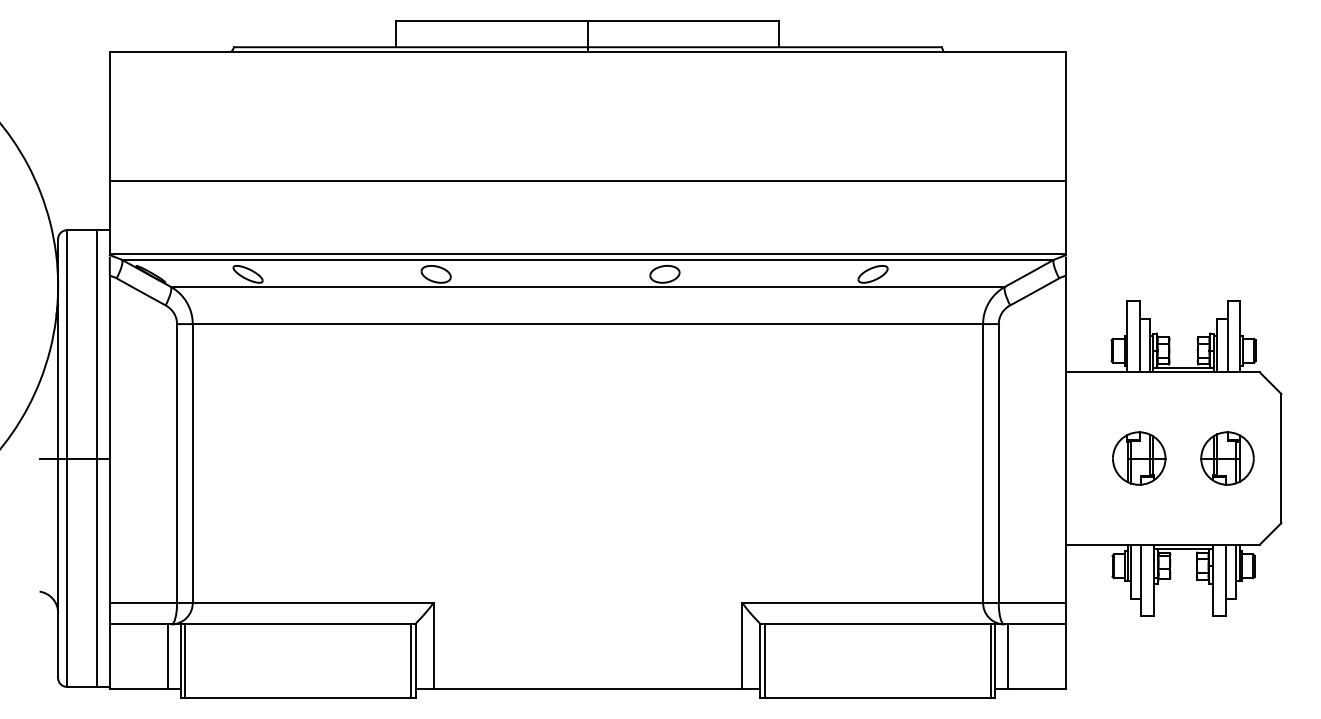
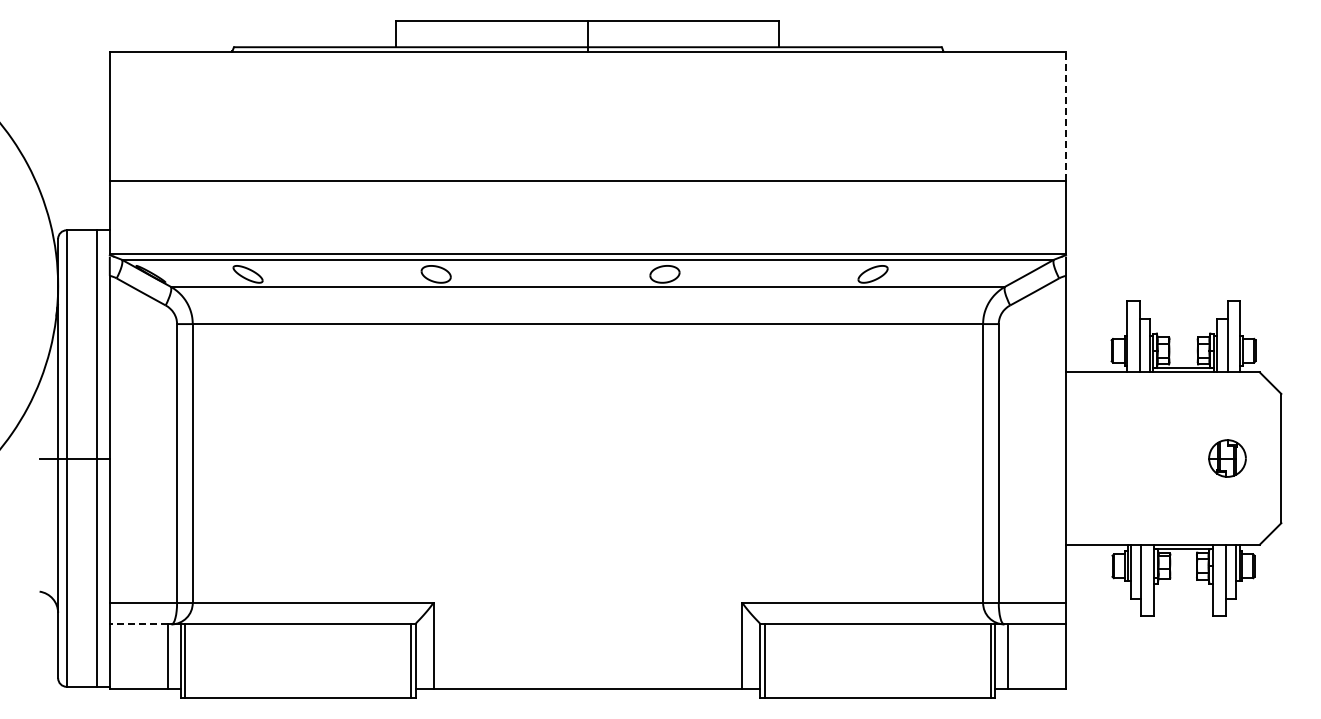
line at (1066, 116): solid -> dashed
part at (1139, 458): present -> none
part at (1227, 458) size: 55x55 px -> 39x39 px
line at (138, 624): solid -> dashed
